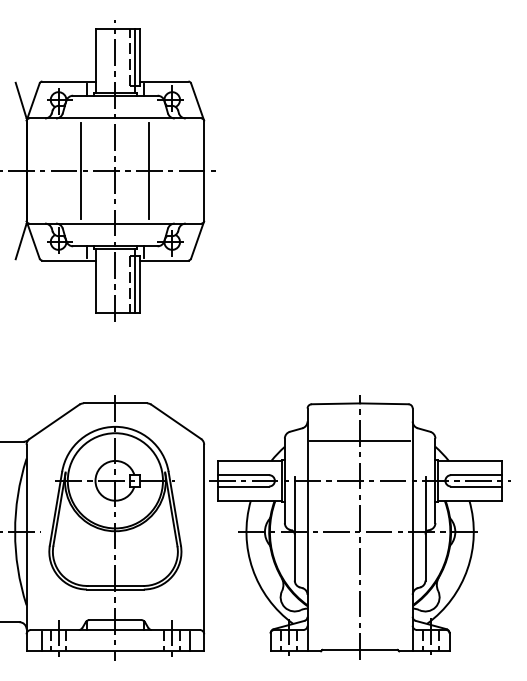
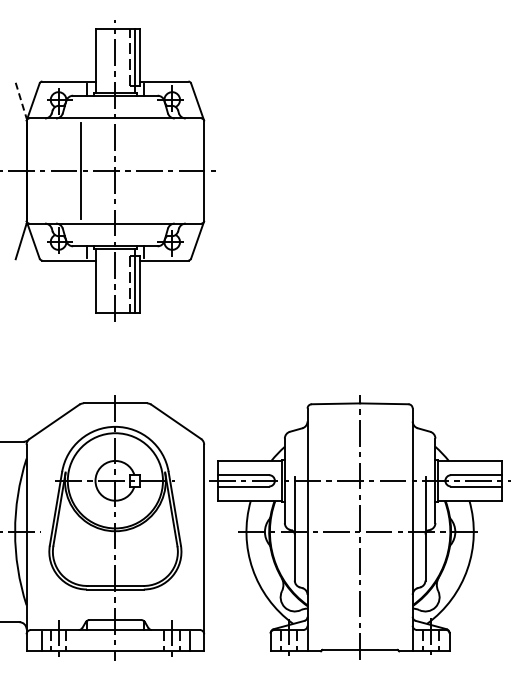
line at (21, 100): solid -> dashed
line at (149, 170): present -> none
line at (359, 441): present -> none
